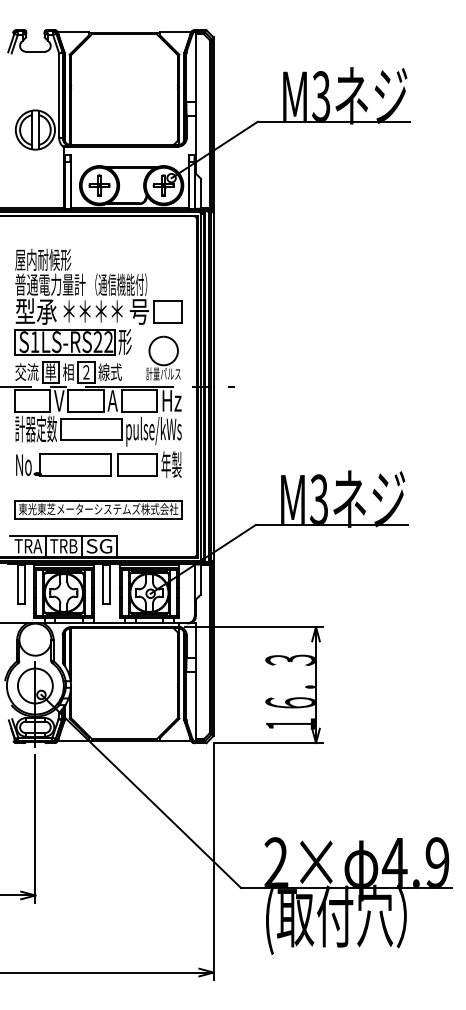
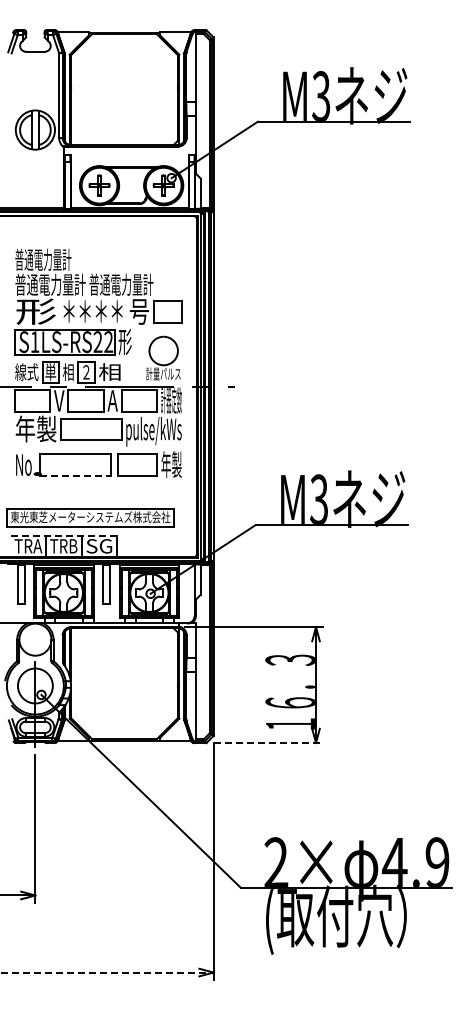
text at (43, 259): 屋内耐候形 -> 普通電力量計
text at (121, 284): （通信機能付） -> 普通電力量計
text at (35, 311): 型承 -> 形
text at (26, 371): 交流 -> 線式
text at (109, 371): 線式 -> 相
text at (171, 400): Hz -> 計器定数
text at (35, 428): 計器定数 -> 年製
line at (75, 475): solid -> dashed
part at (98, 509) position: (98, 509) -> (90, 517)
line at (63, 535): solid -> dashed
line at (268, 743): solid -> dashed
line at (106, 972): solid -> dashed
